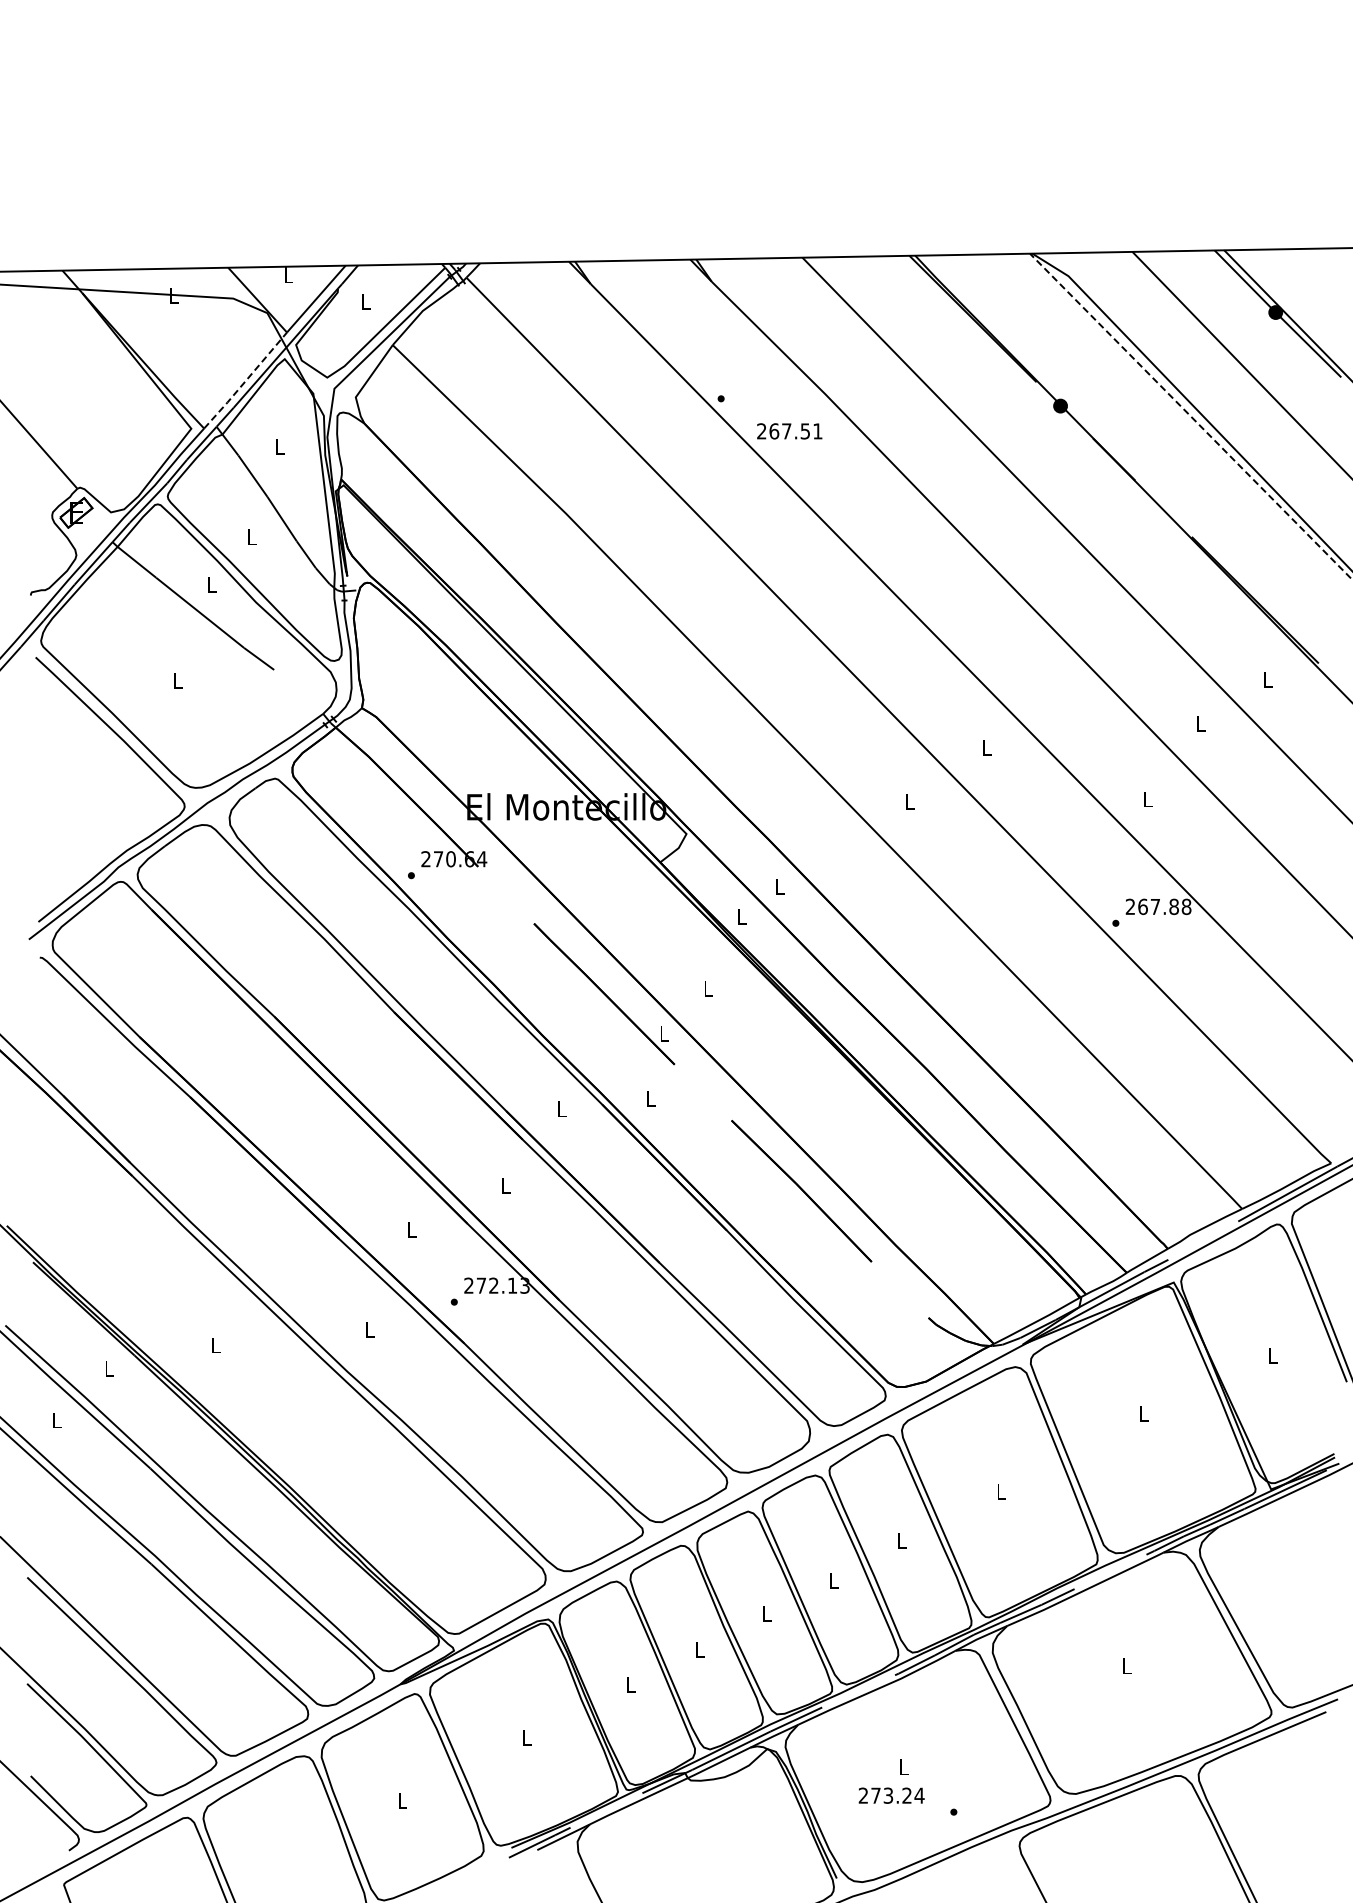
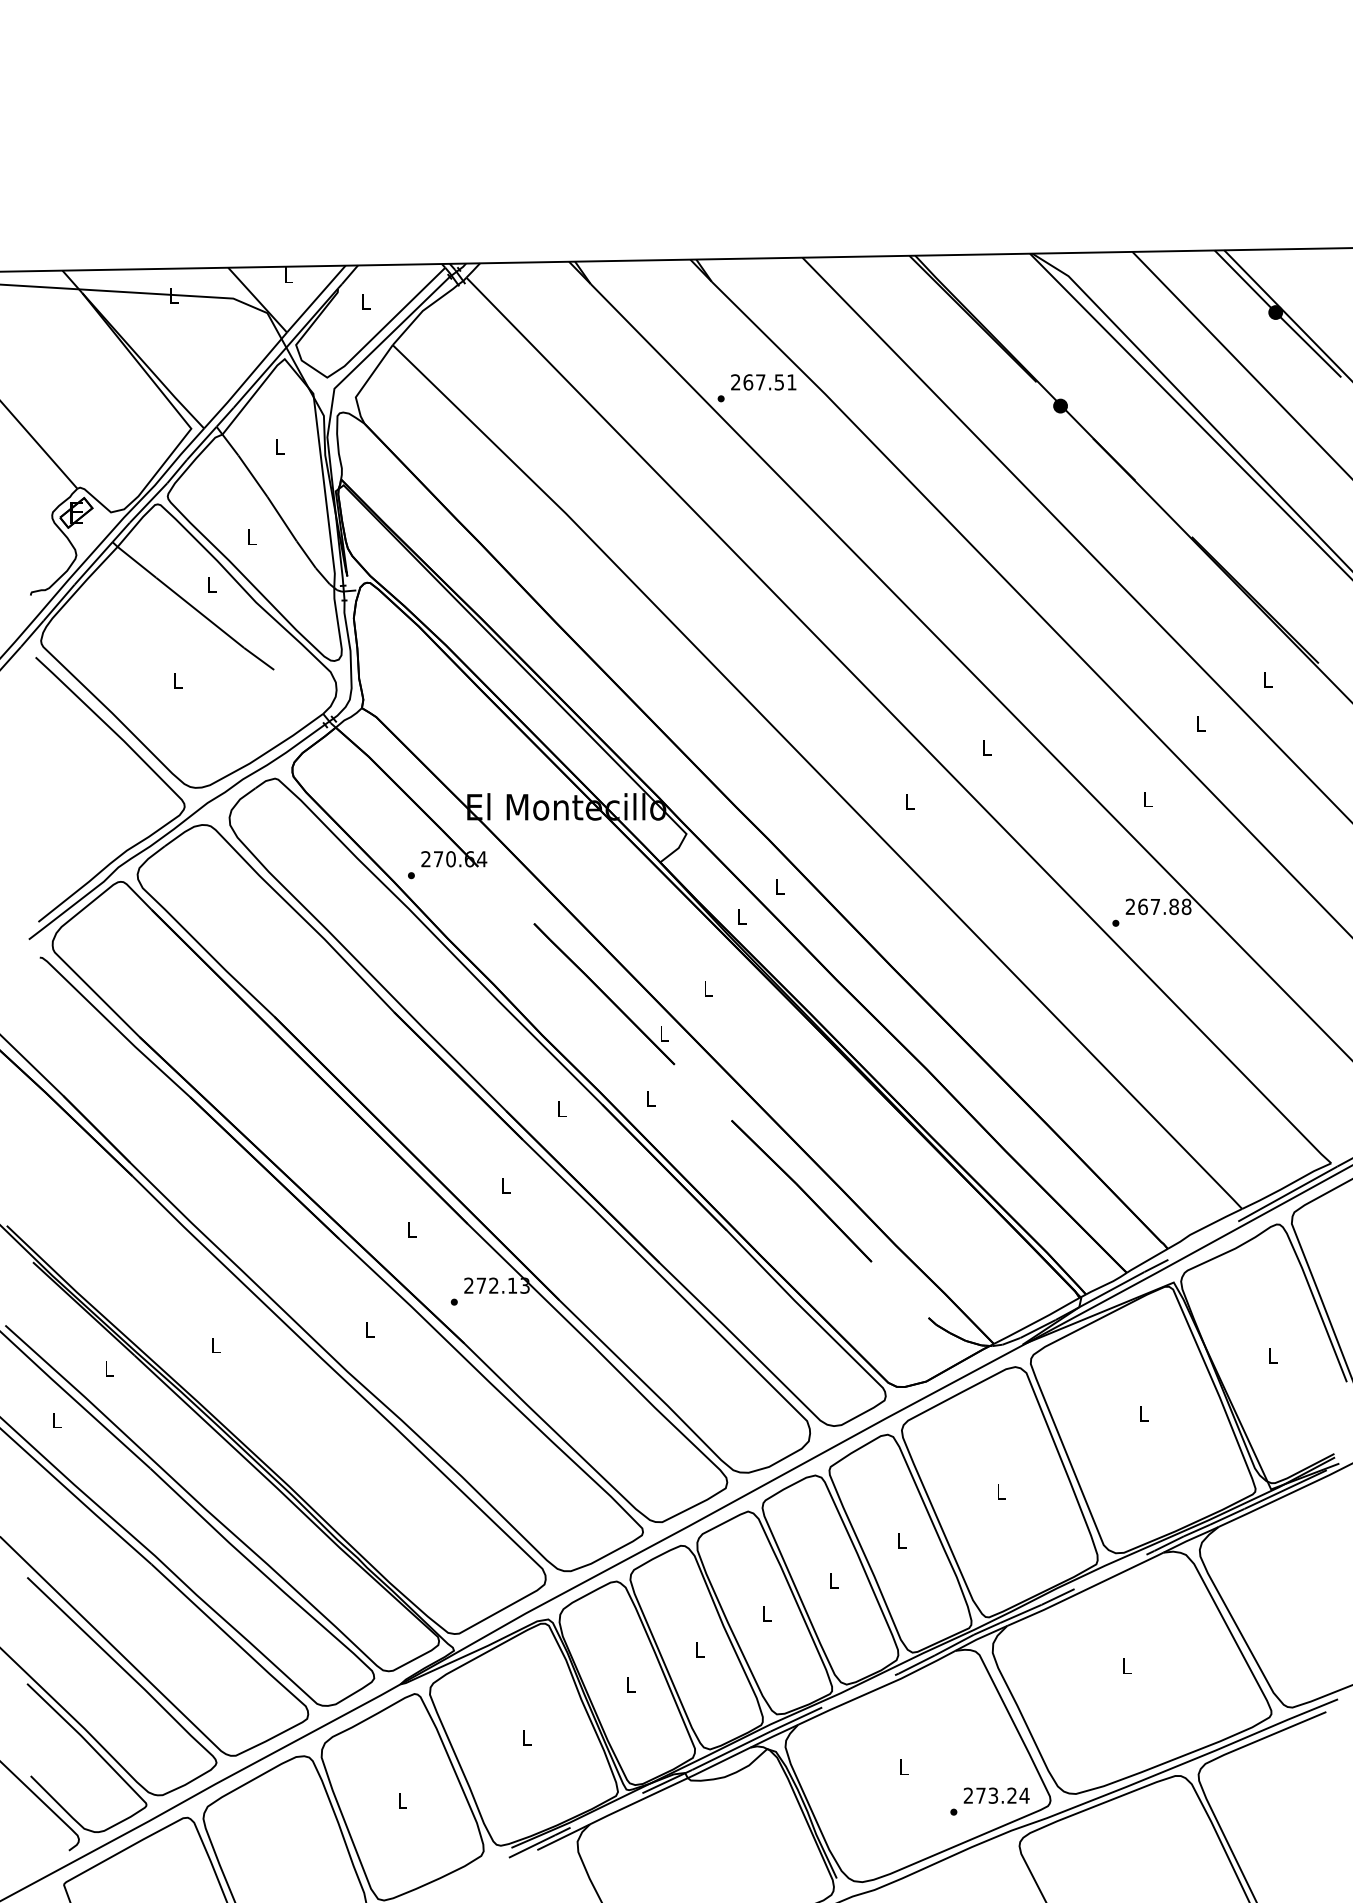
line at (245, 381): dashed -> solid
line at (1190, 416): dashed -> solid
text at (789, 431) position: (789, 431) -> (763, 382)
text at (891, 1795) position: (891, 1795) -> (996, 1795)
